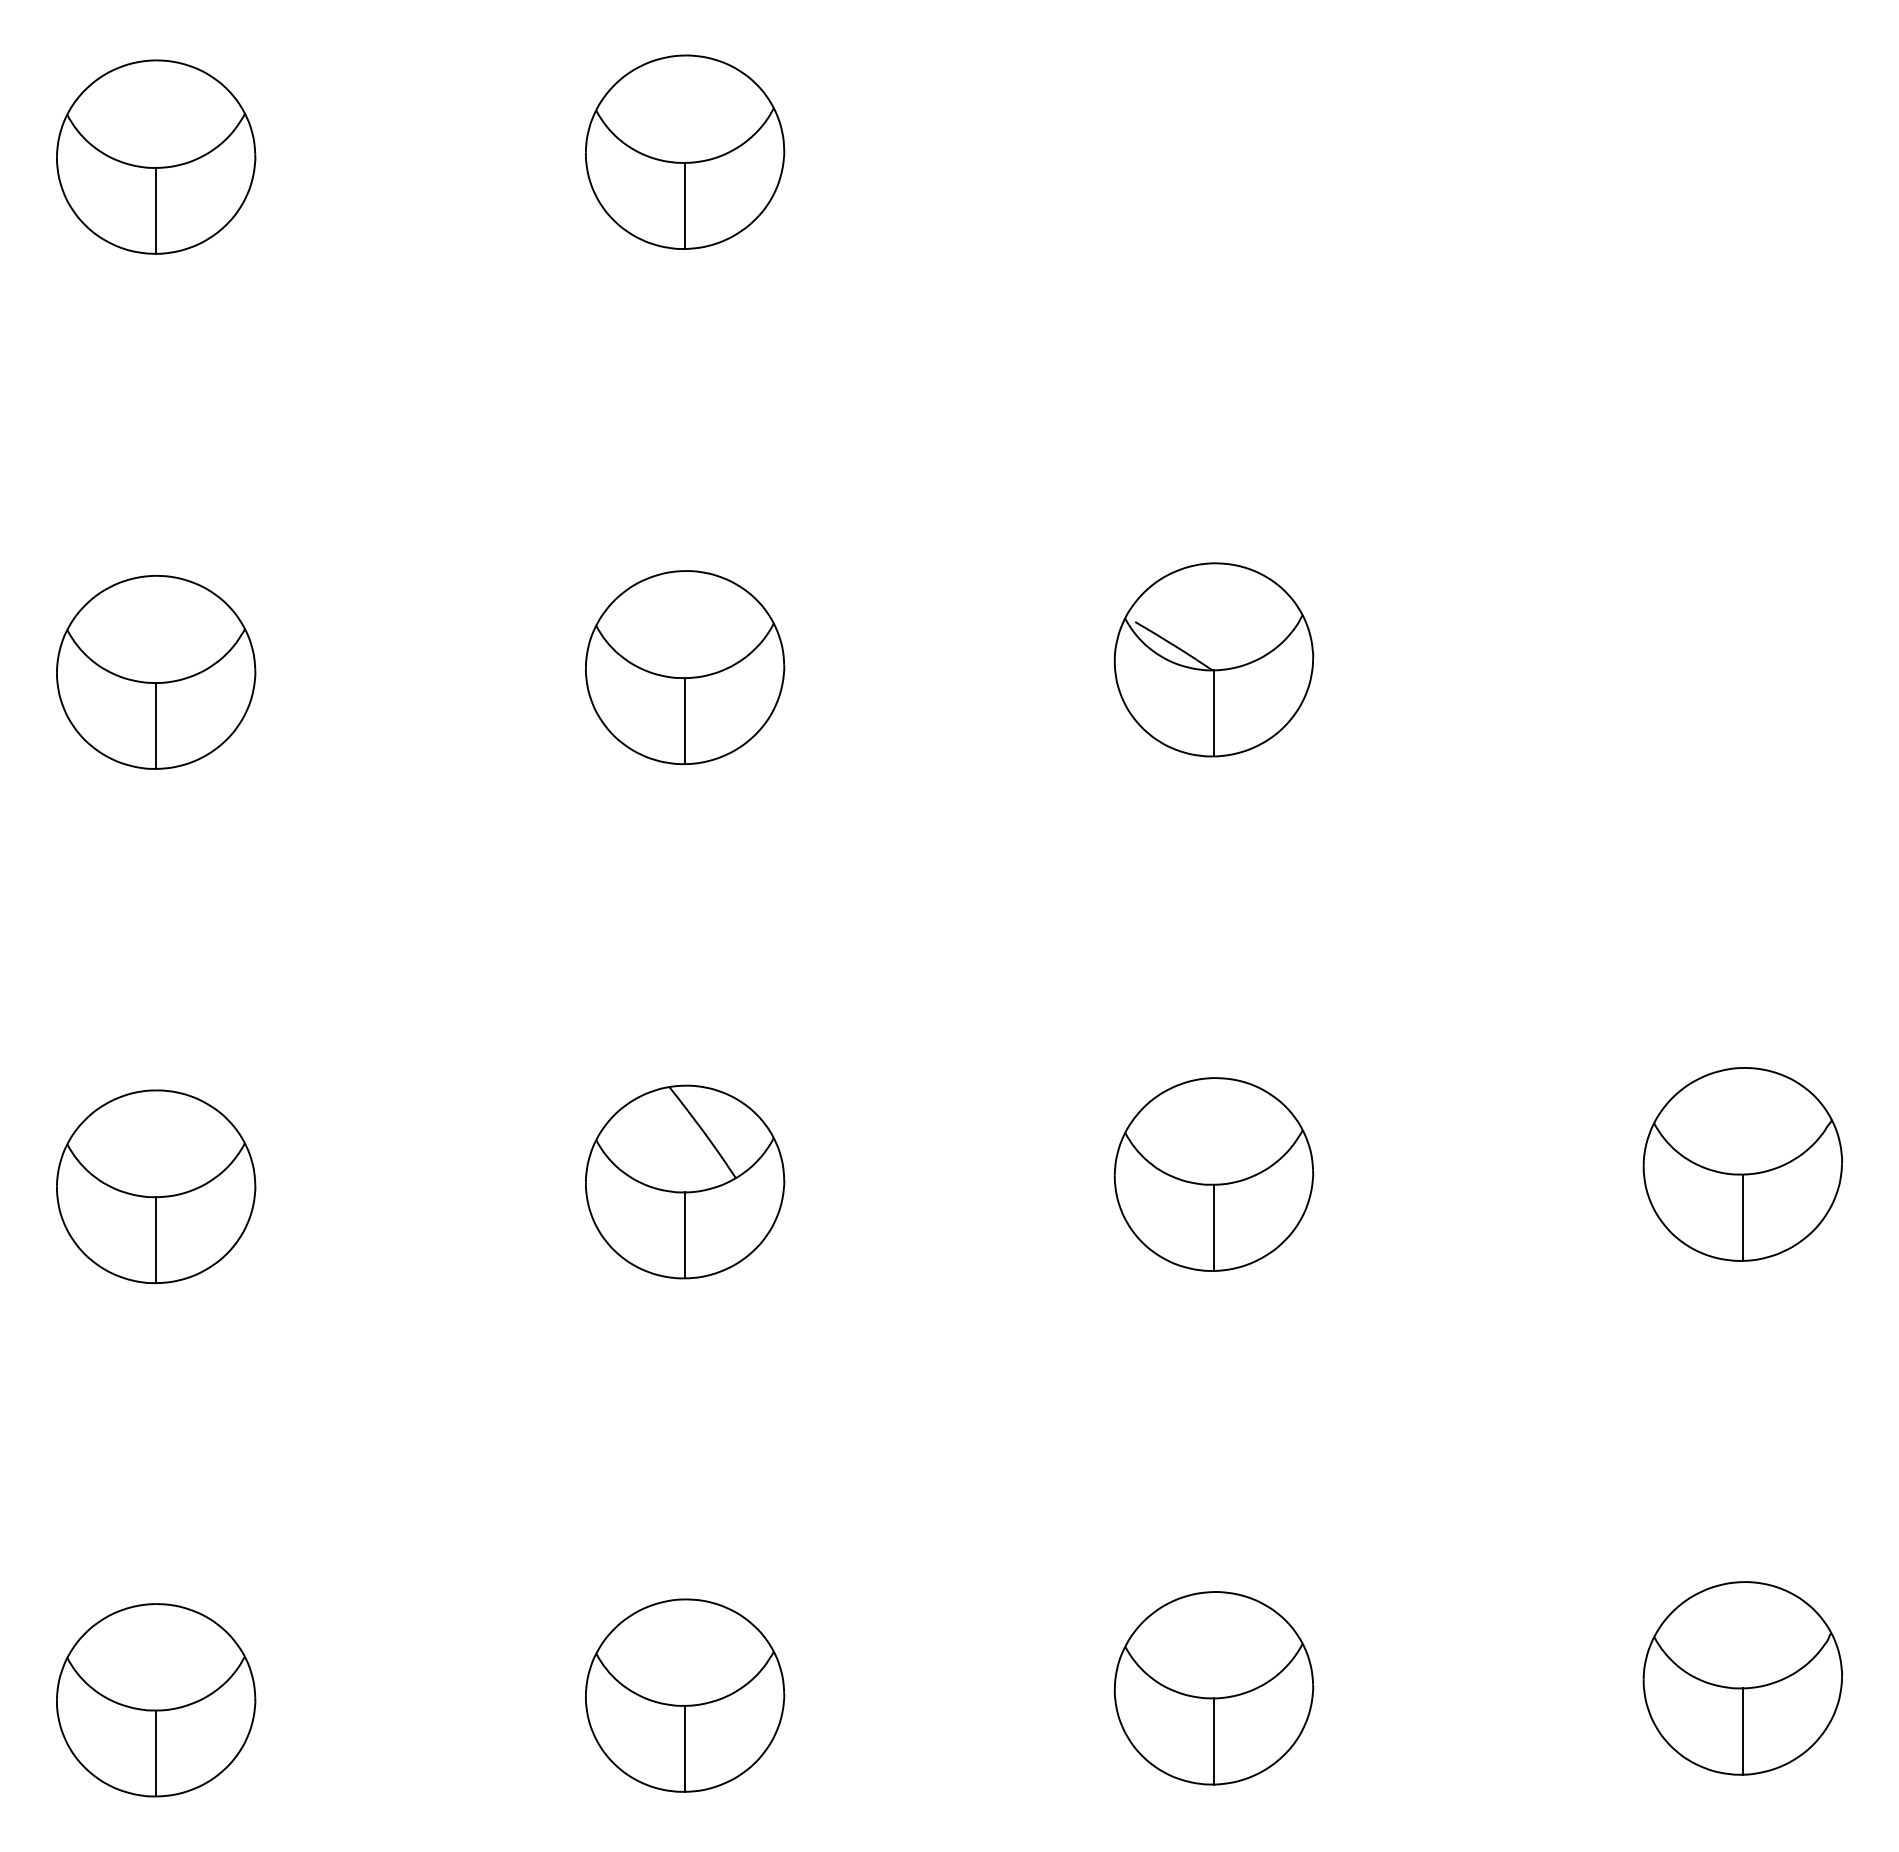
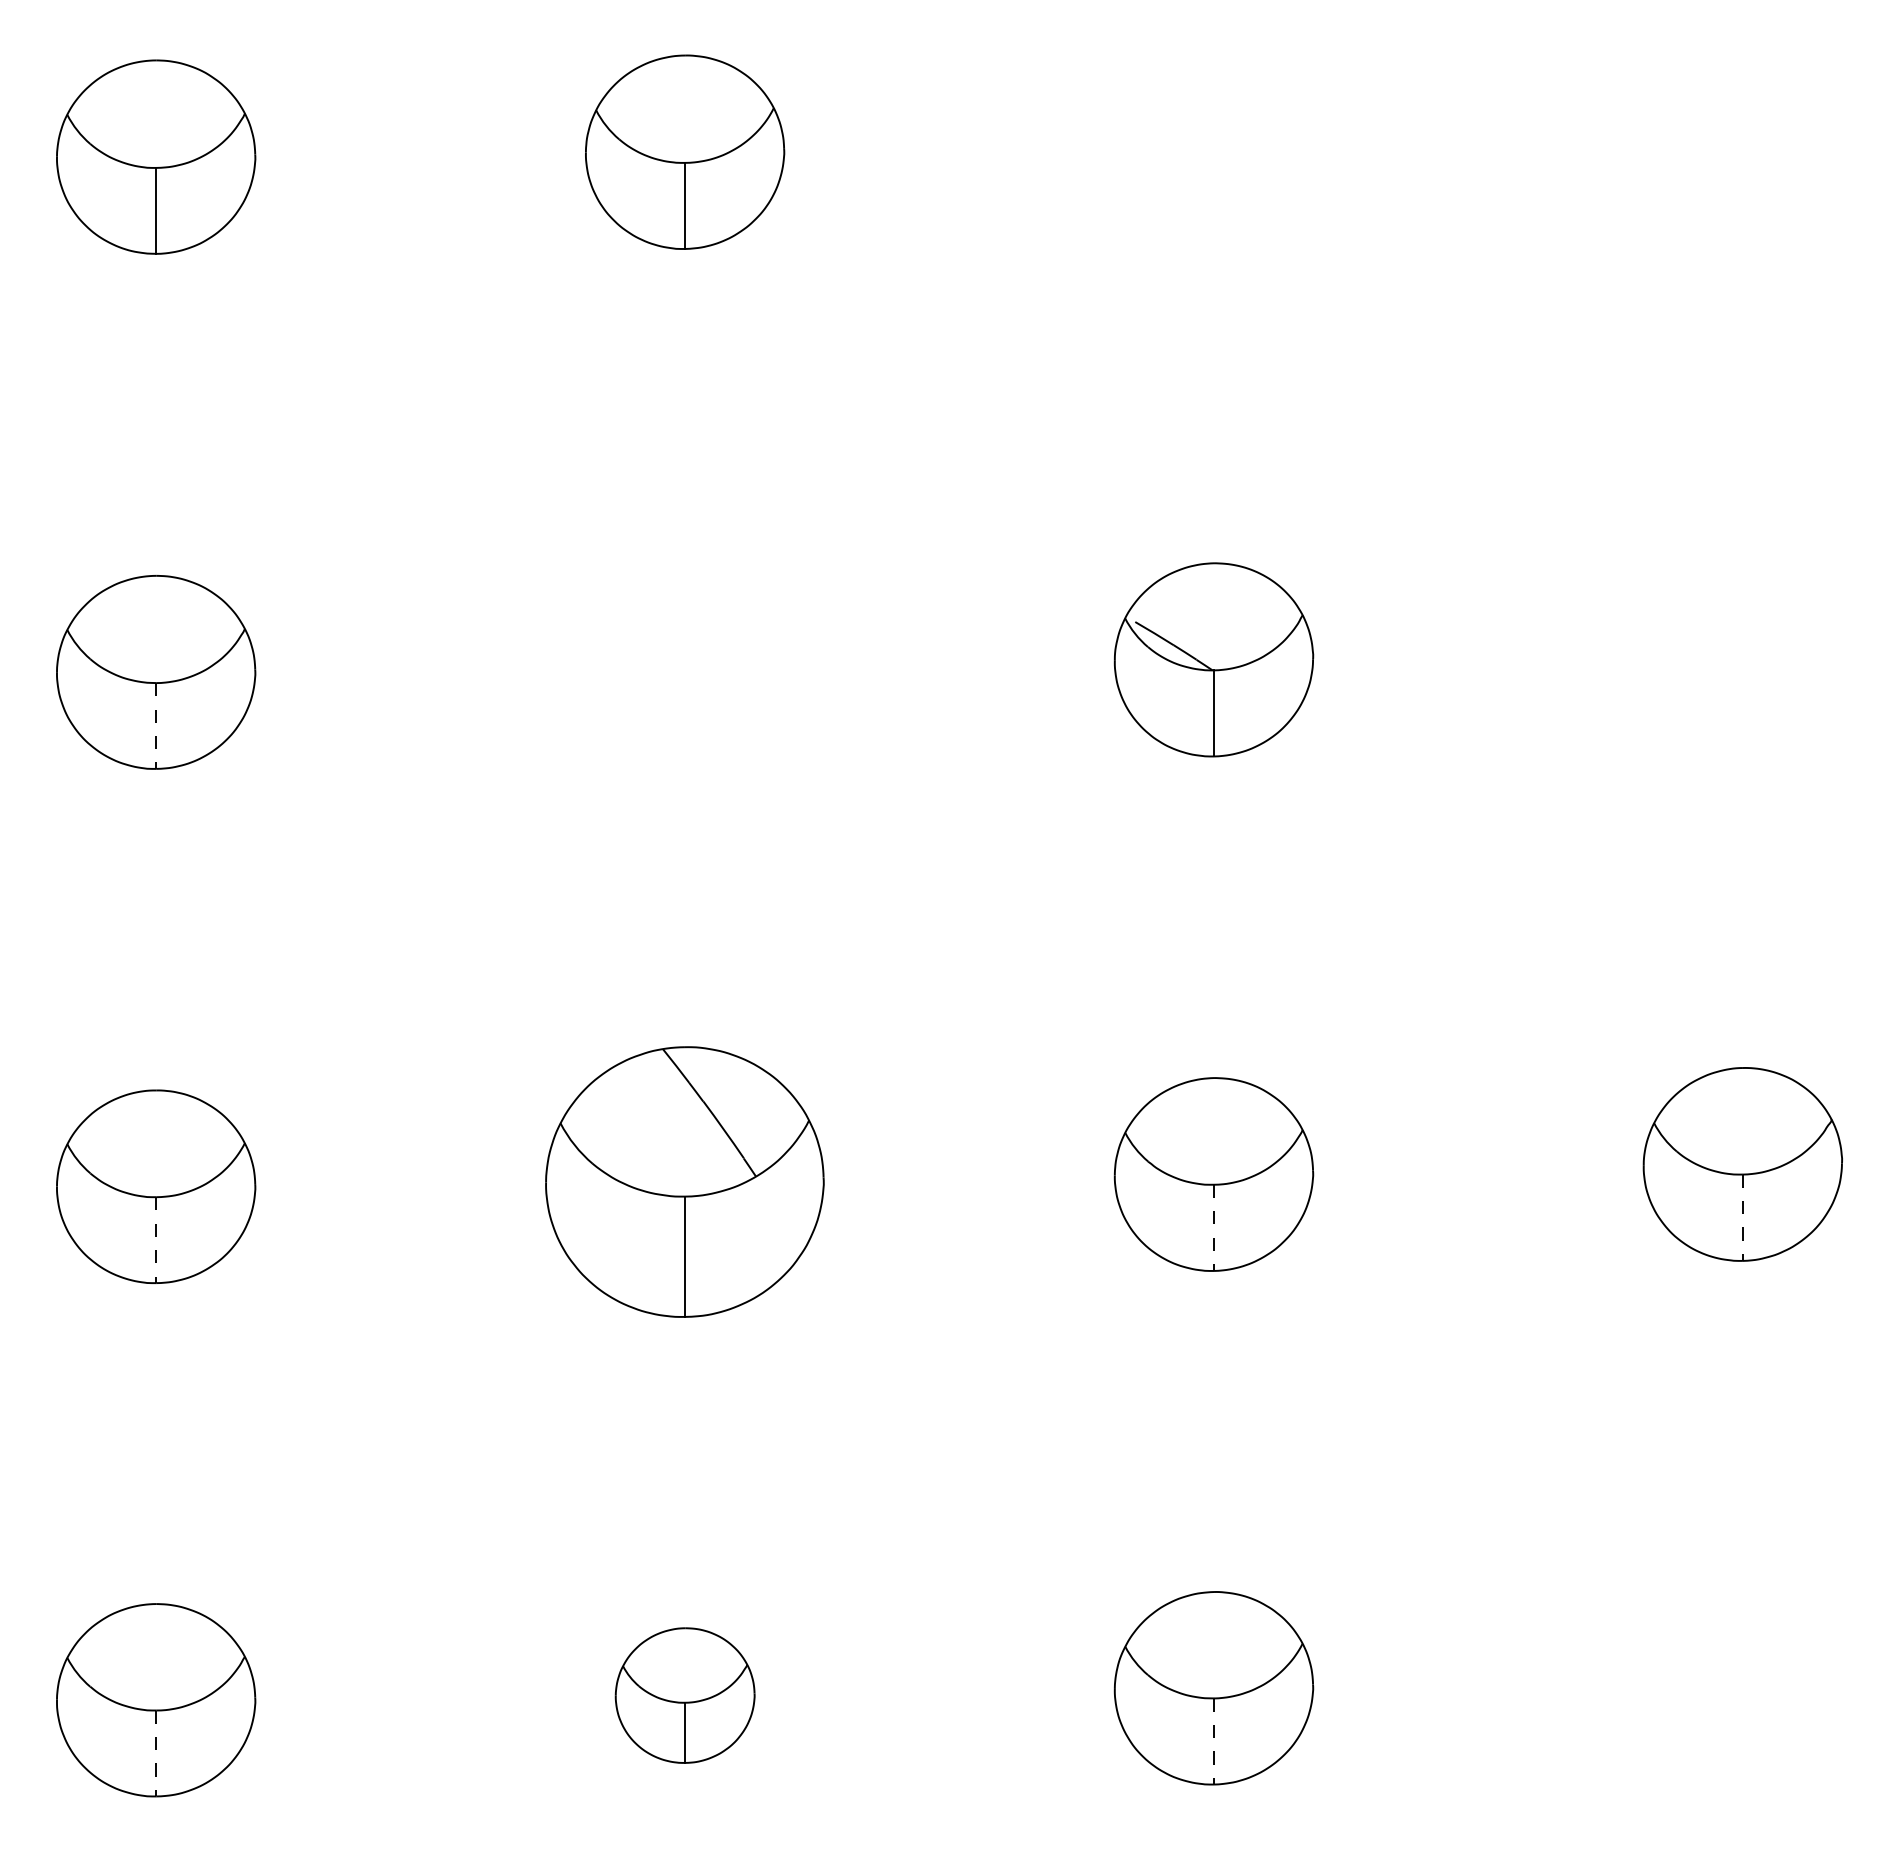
part at (685, 667): present -> none
line at (156, 726): solid -> dashed
part at (685, 1181) size: 201x196 px -> 280x272 px
line at (1742, 1218): solid -> dashed
line at (1214, 1228): solid -> dashed
line at (156, 1240): solid -> dashed
part at (1742, 1678): present -> none
part at (685, 1695) size: 201x195 px -> 142x137 px
line at (1214, 1742): solid -> dashed
line at (156, 1753): solid -> dashed
